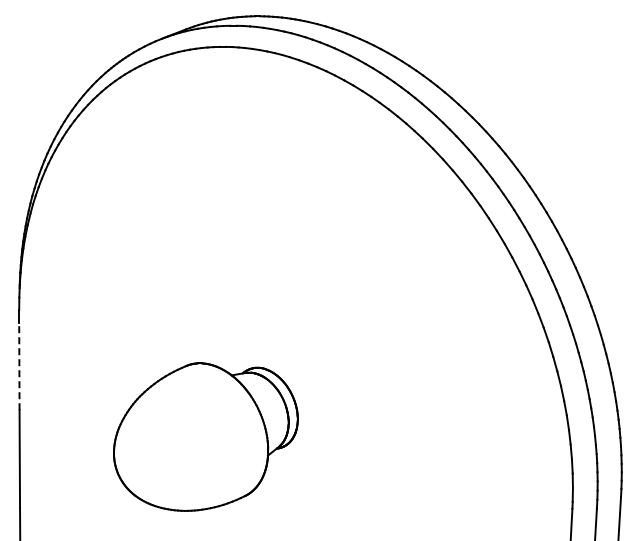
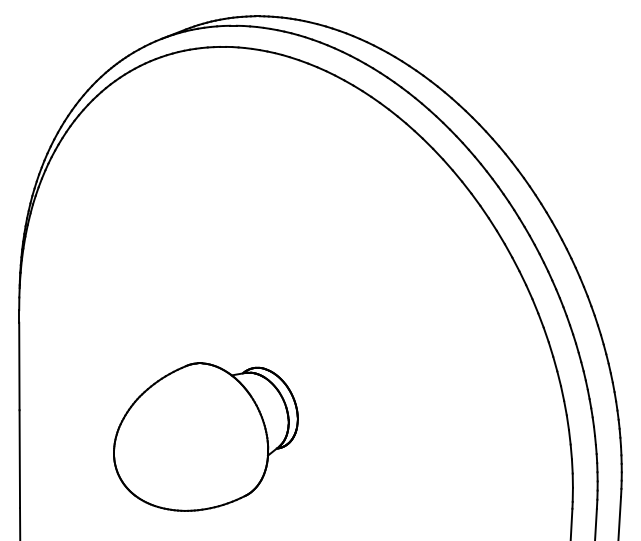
line at (19, 366): dashed -> solid
